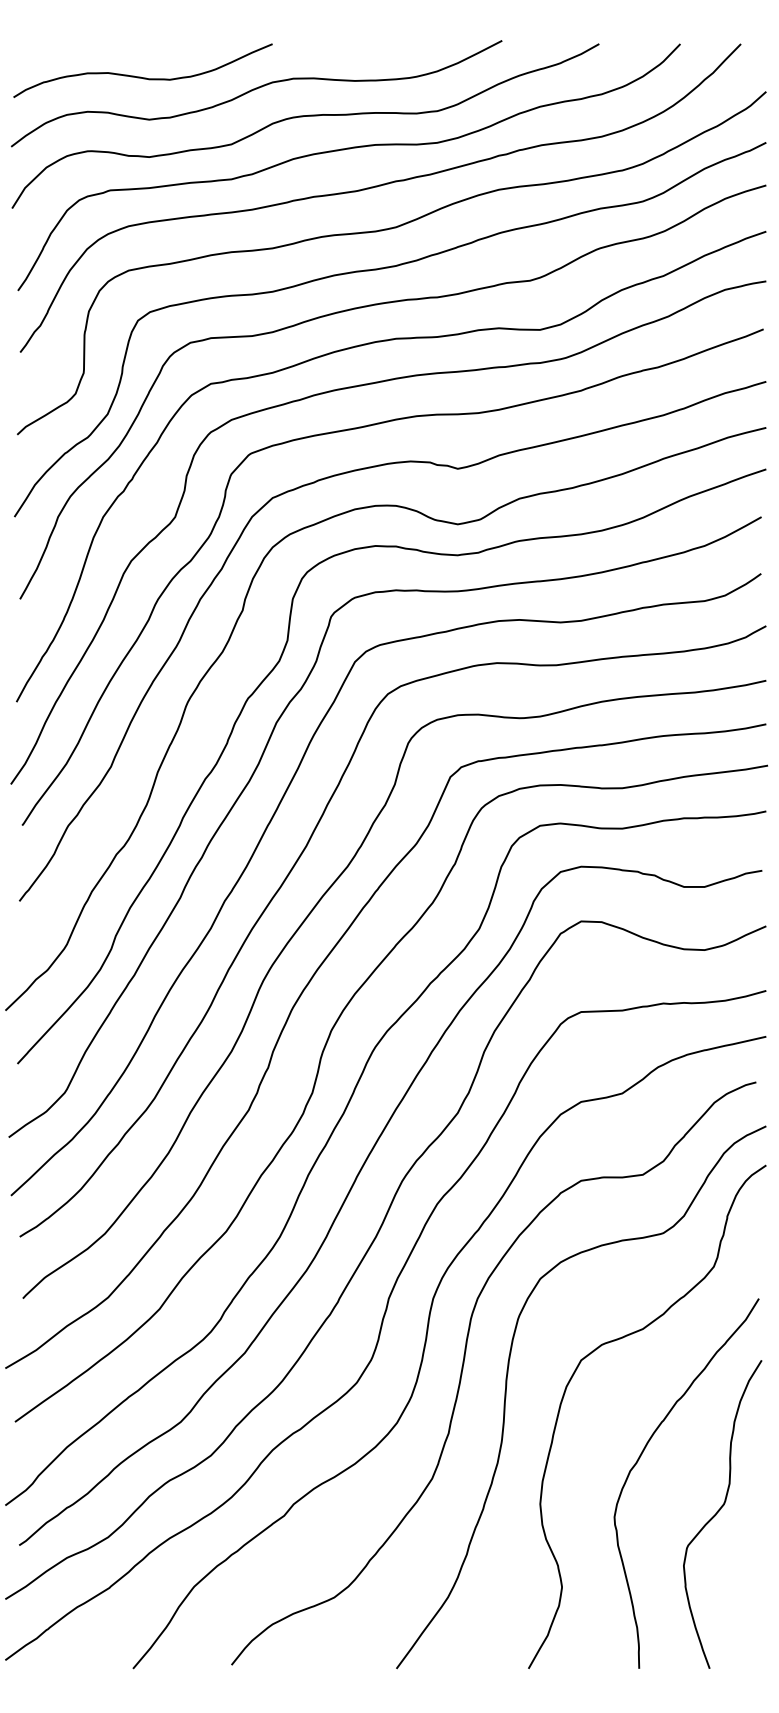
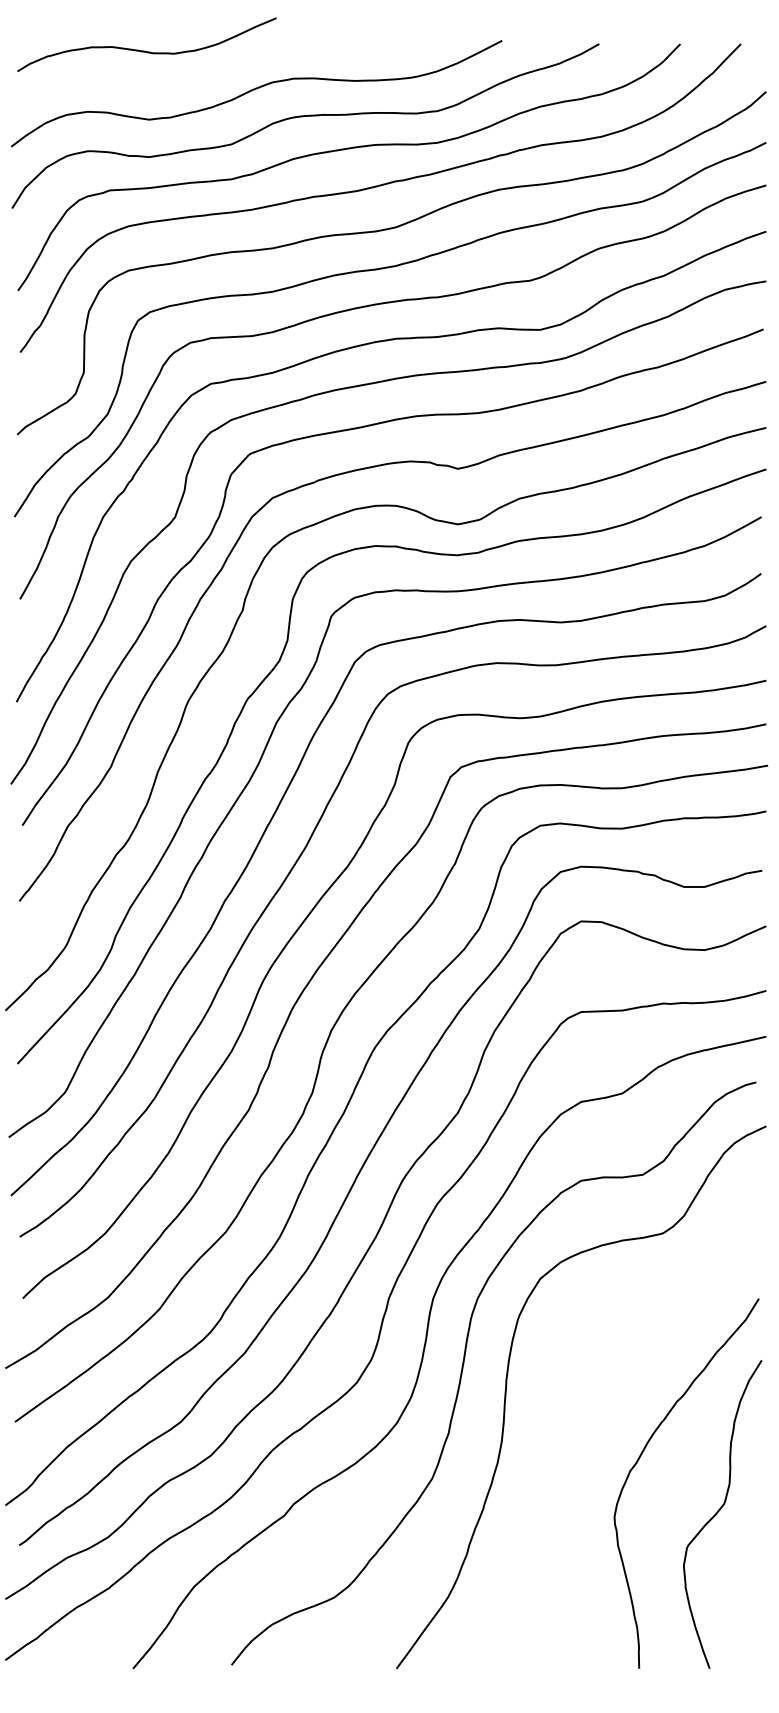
curve at (140, 76) position: (140, 76) -> (144, 50)
curve at (620, 1339): present -> none
